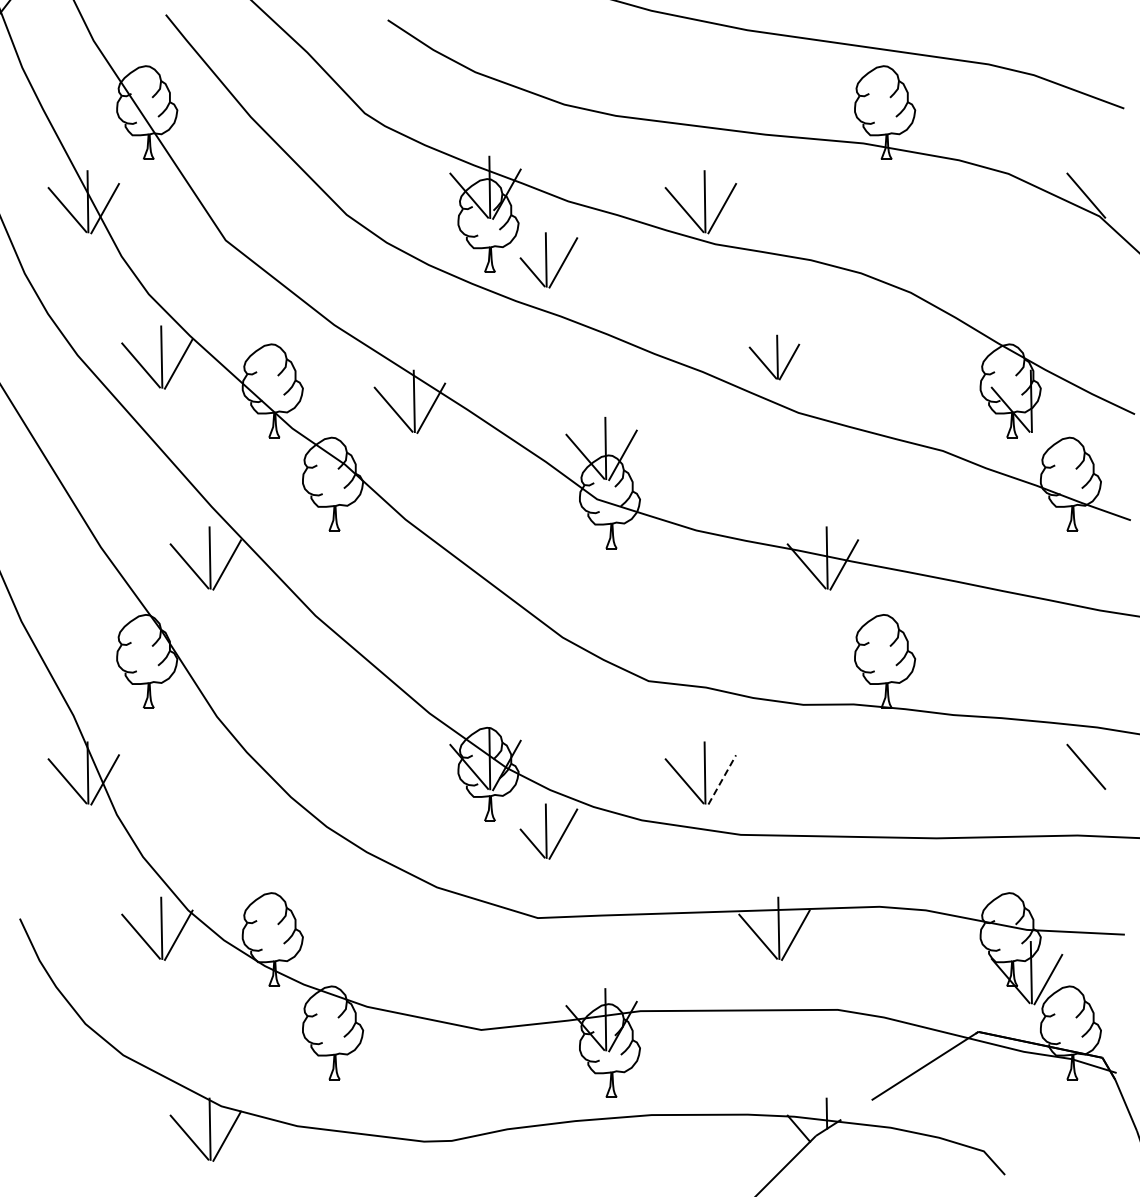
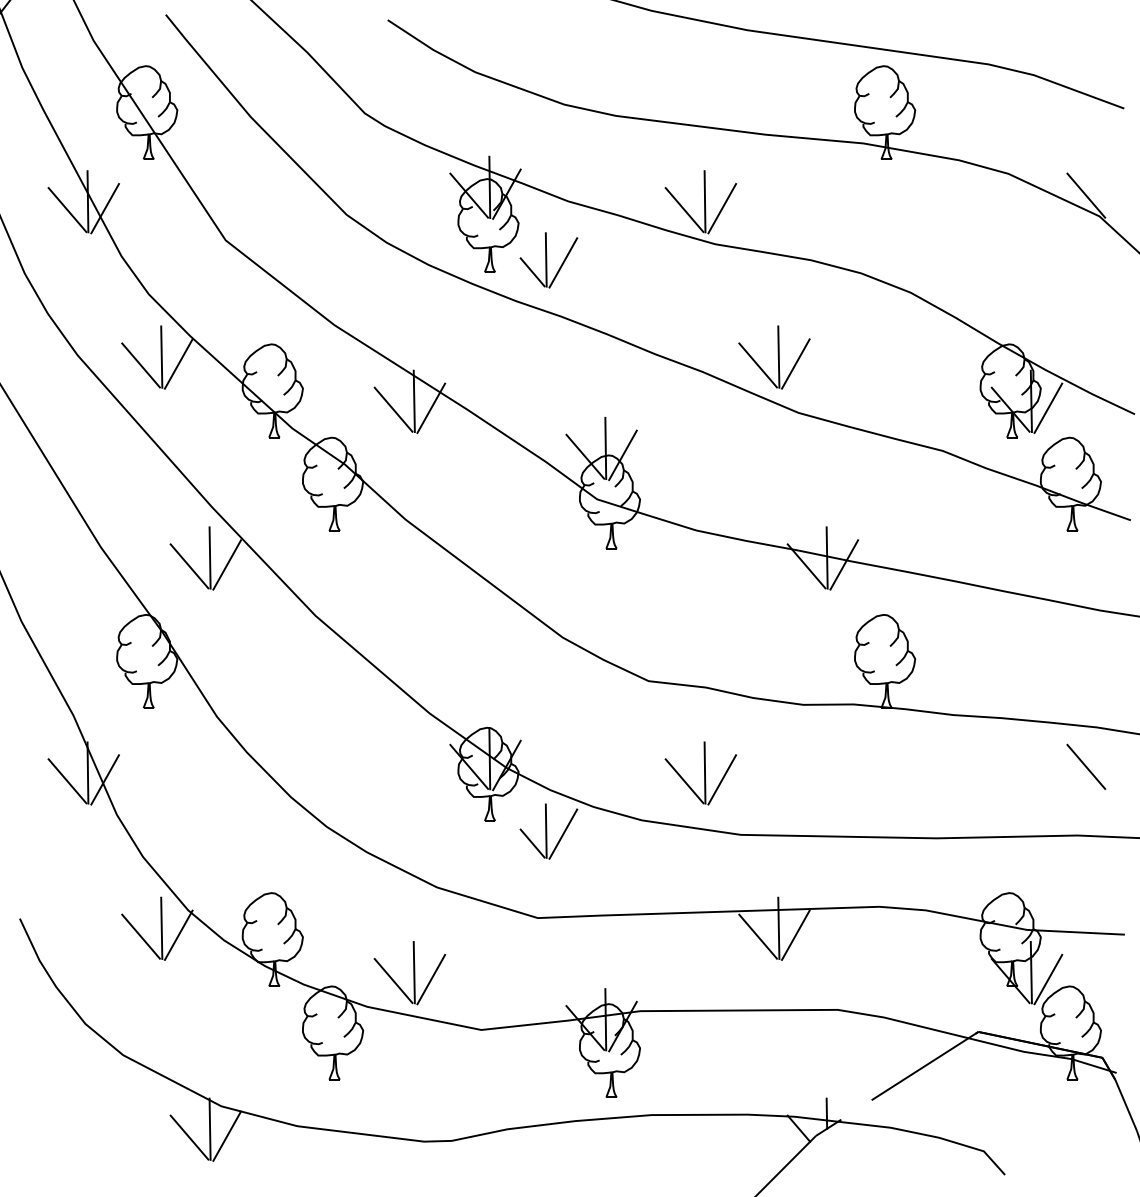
part at (774, 357) size: 53x47 px -> 73x65 px
line at (1048, 407): none -> present
line at (722, 779): dashed -> solid
part at (409, 973): none -> present
